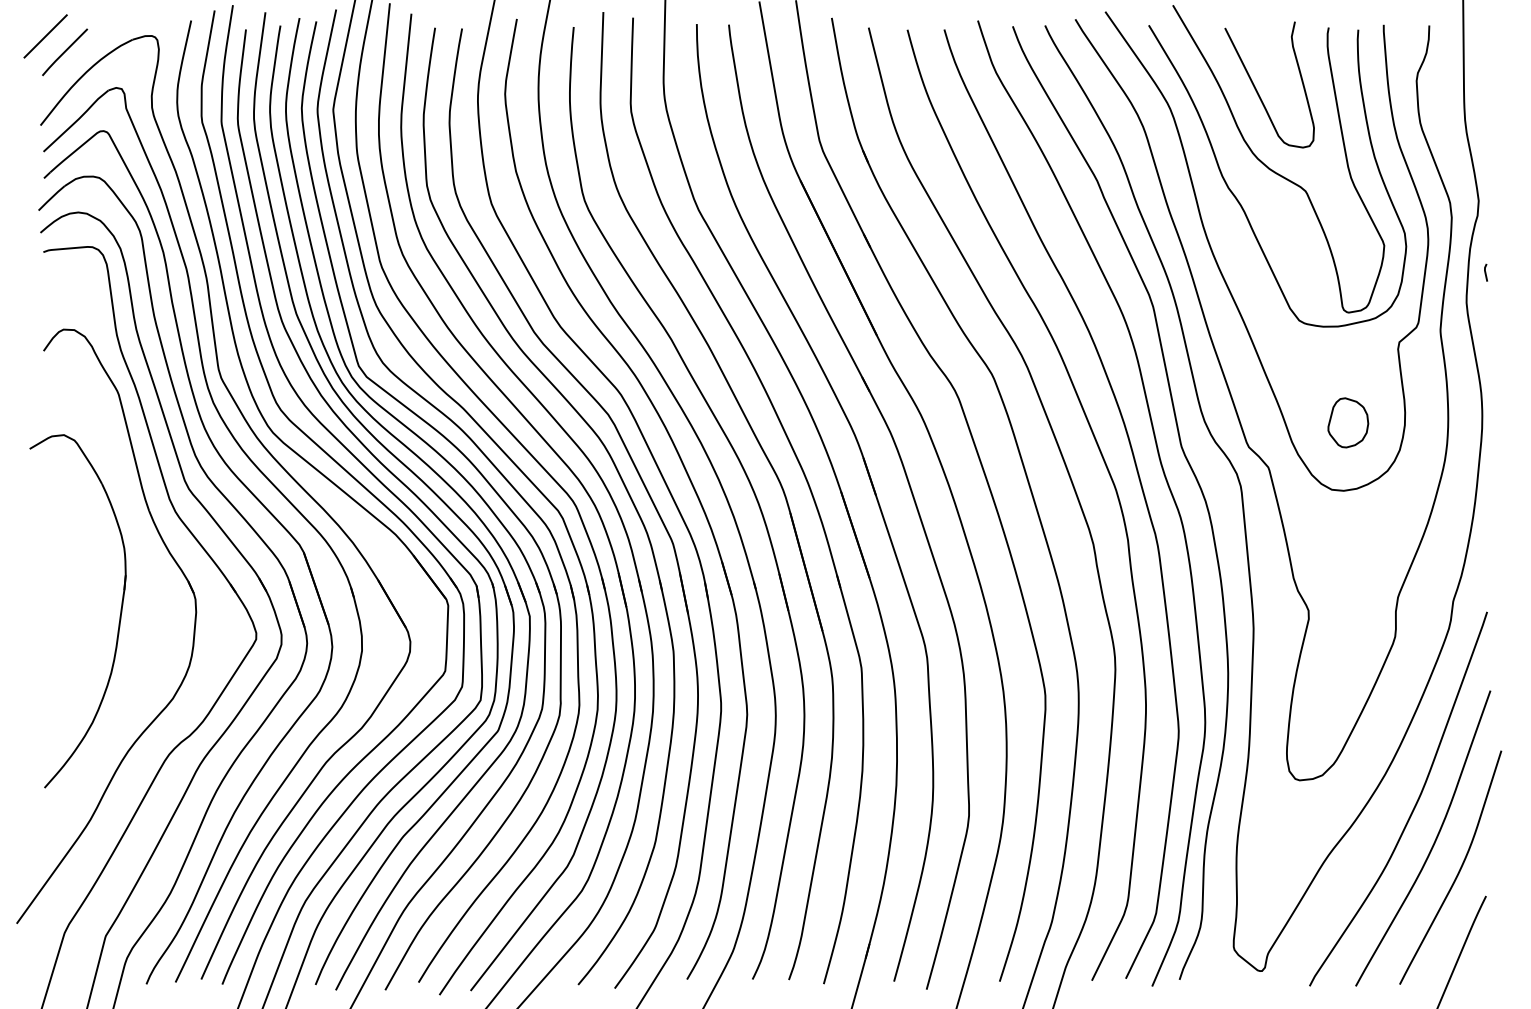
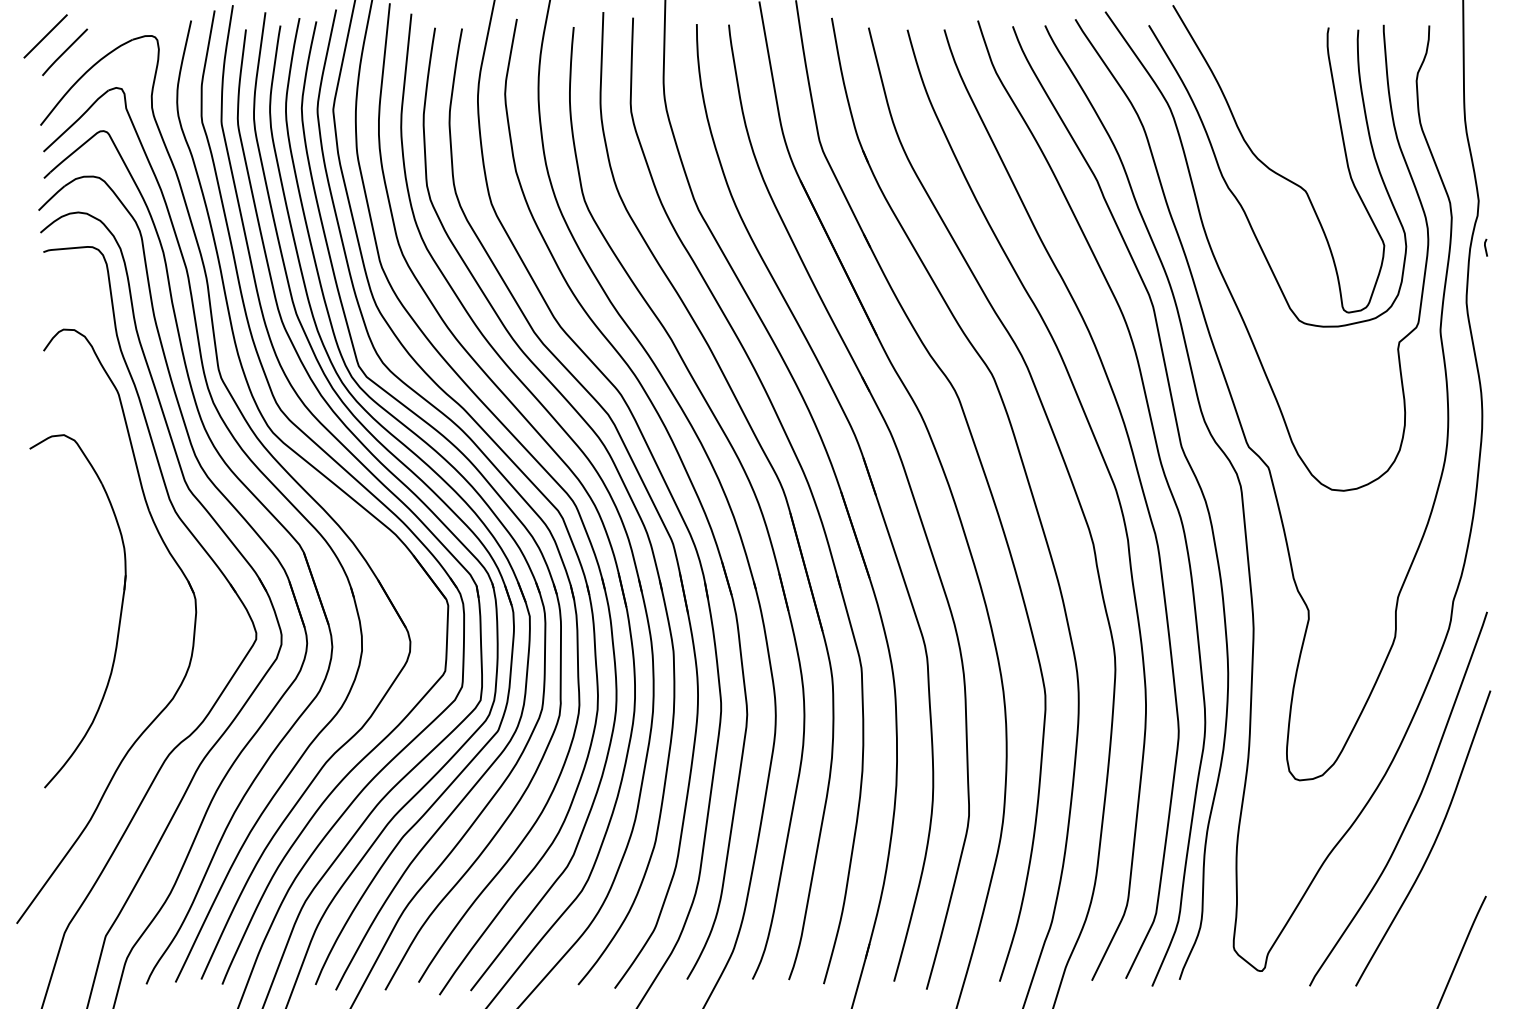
curve at (1257, 90): present -> none
line at (1485, 272) position: (1485, 272) -> (1485, 247)
part at (1348, 422): present -> none
curve at (1458, 870): present -> none
